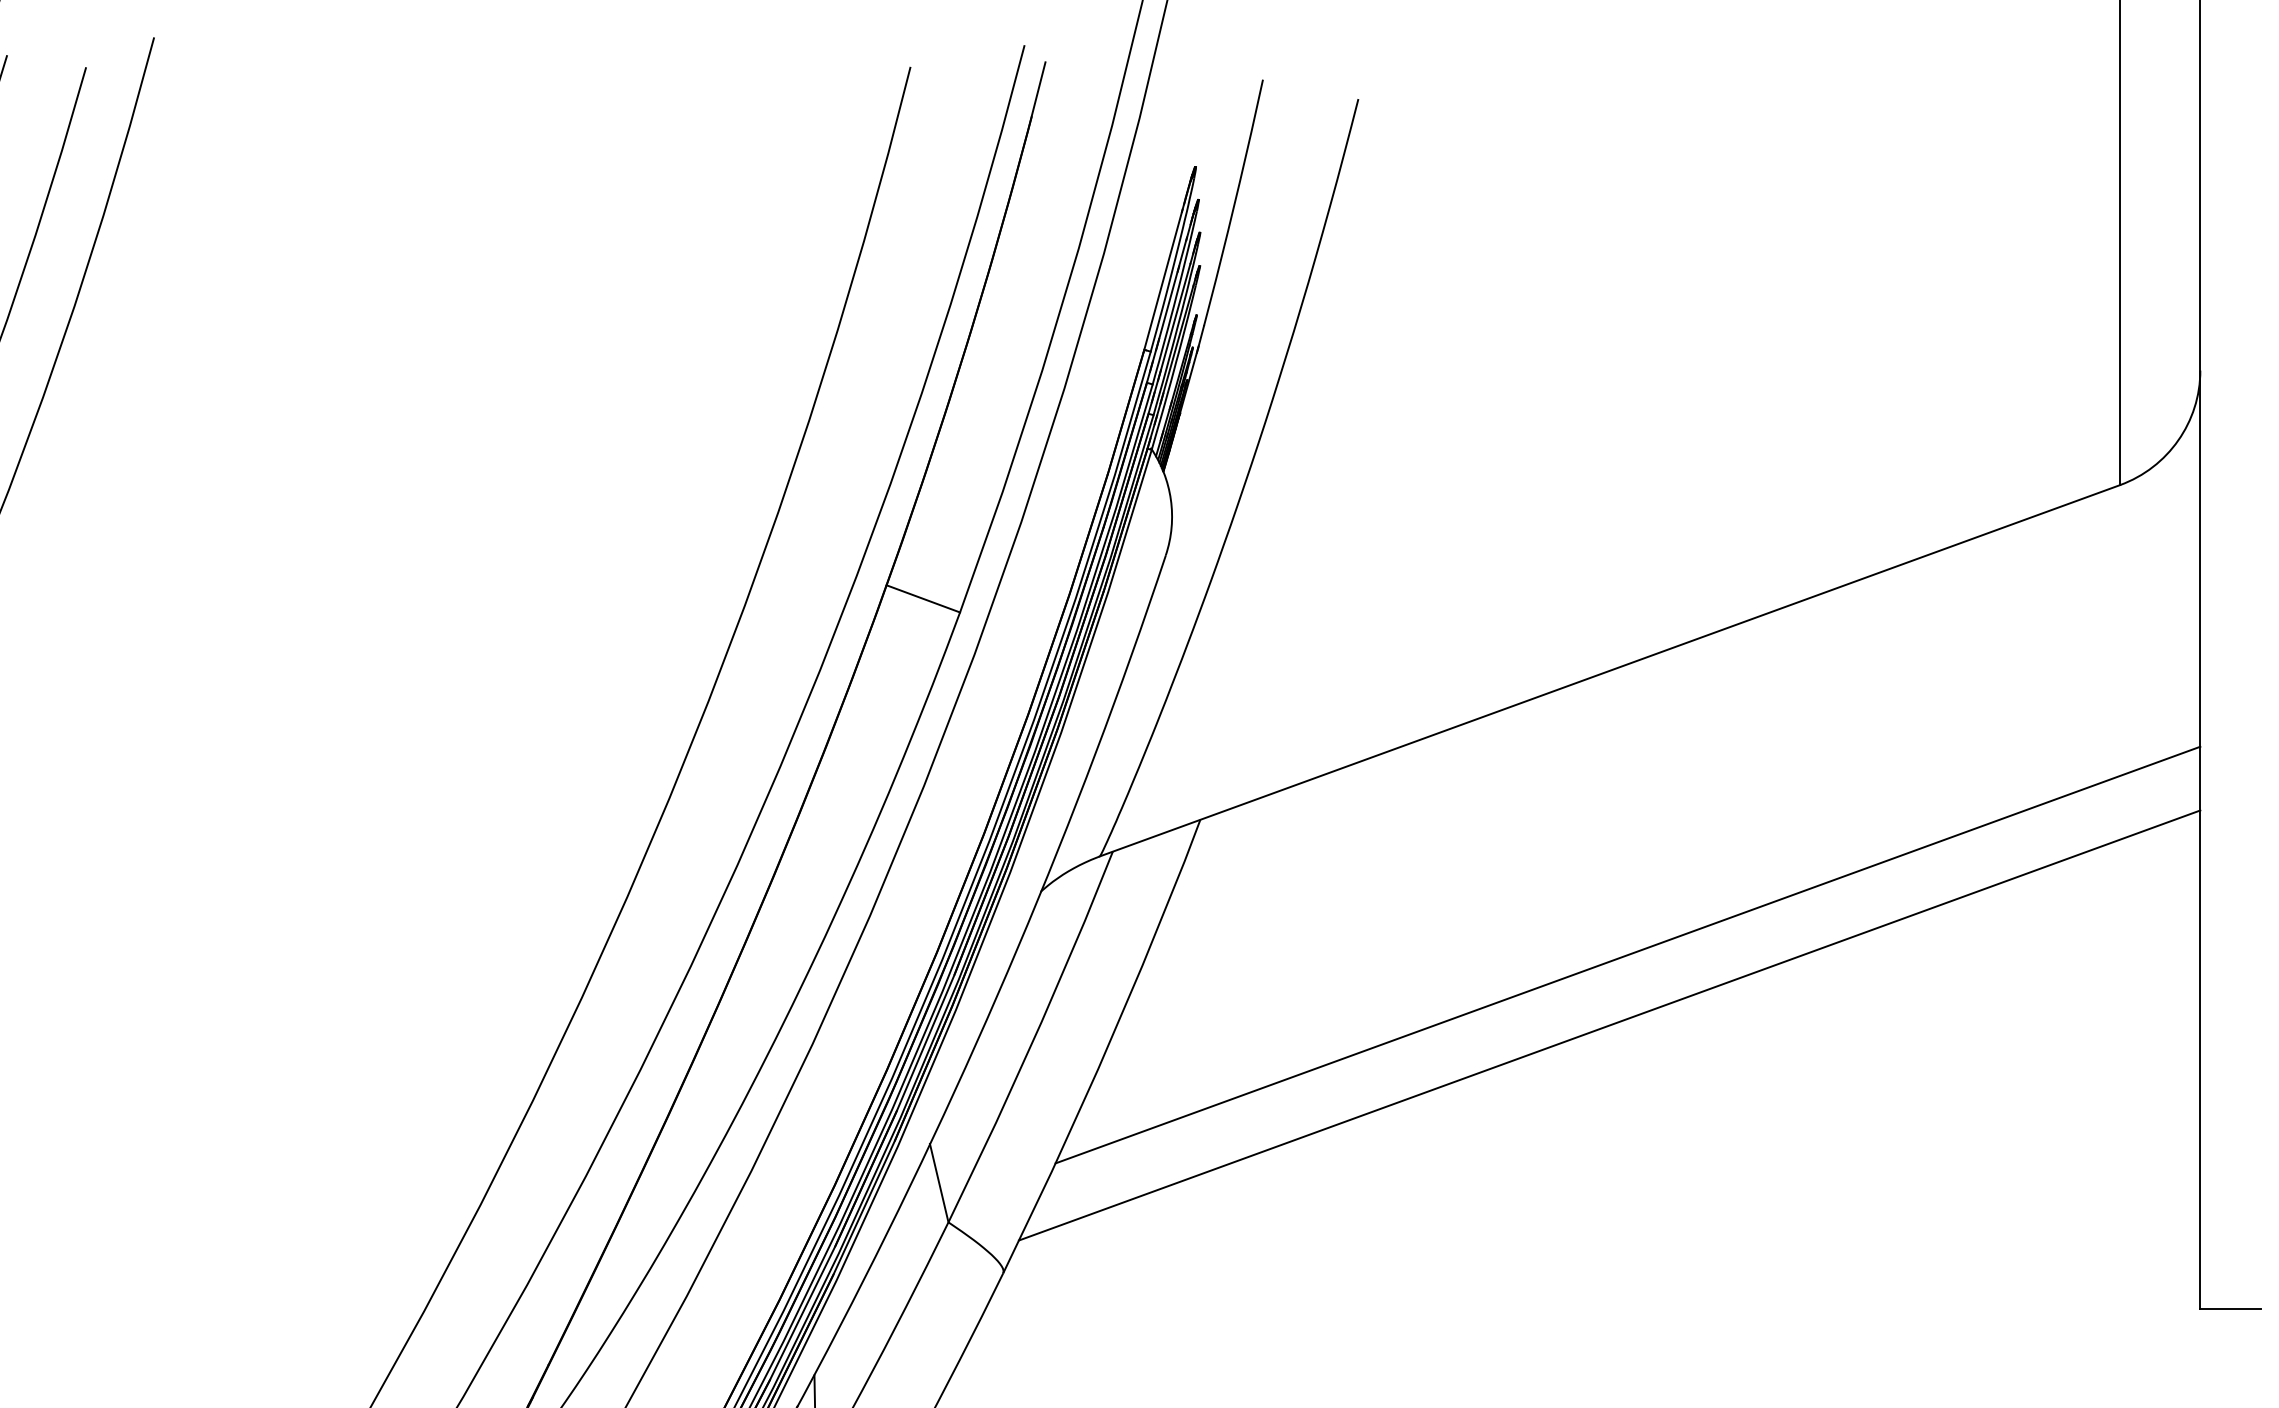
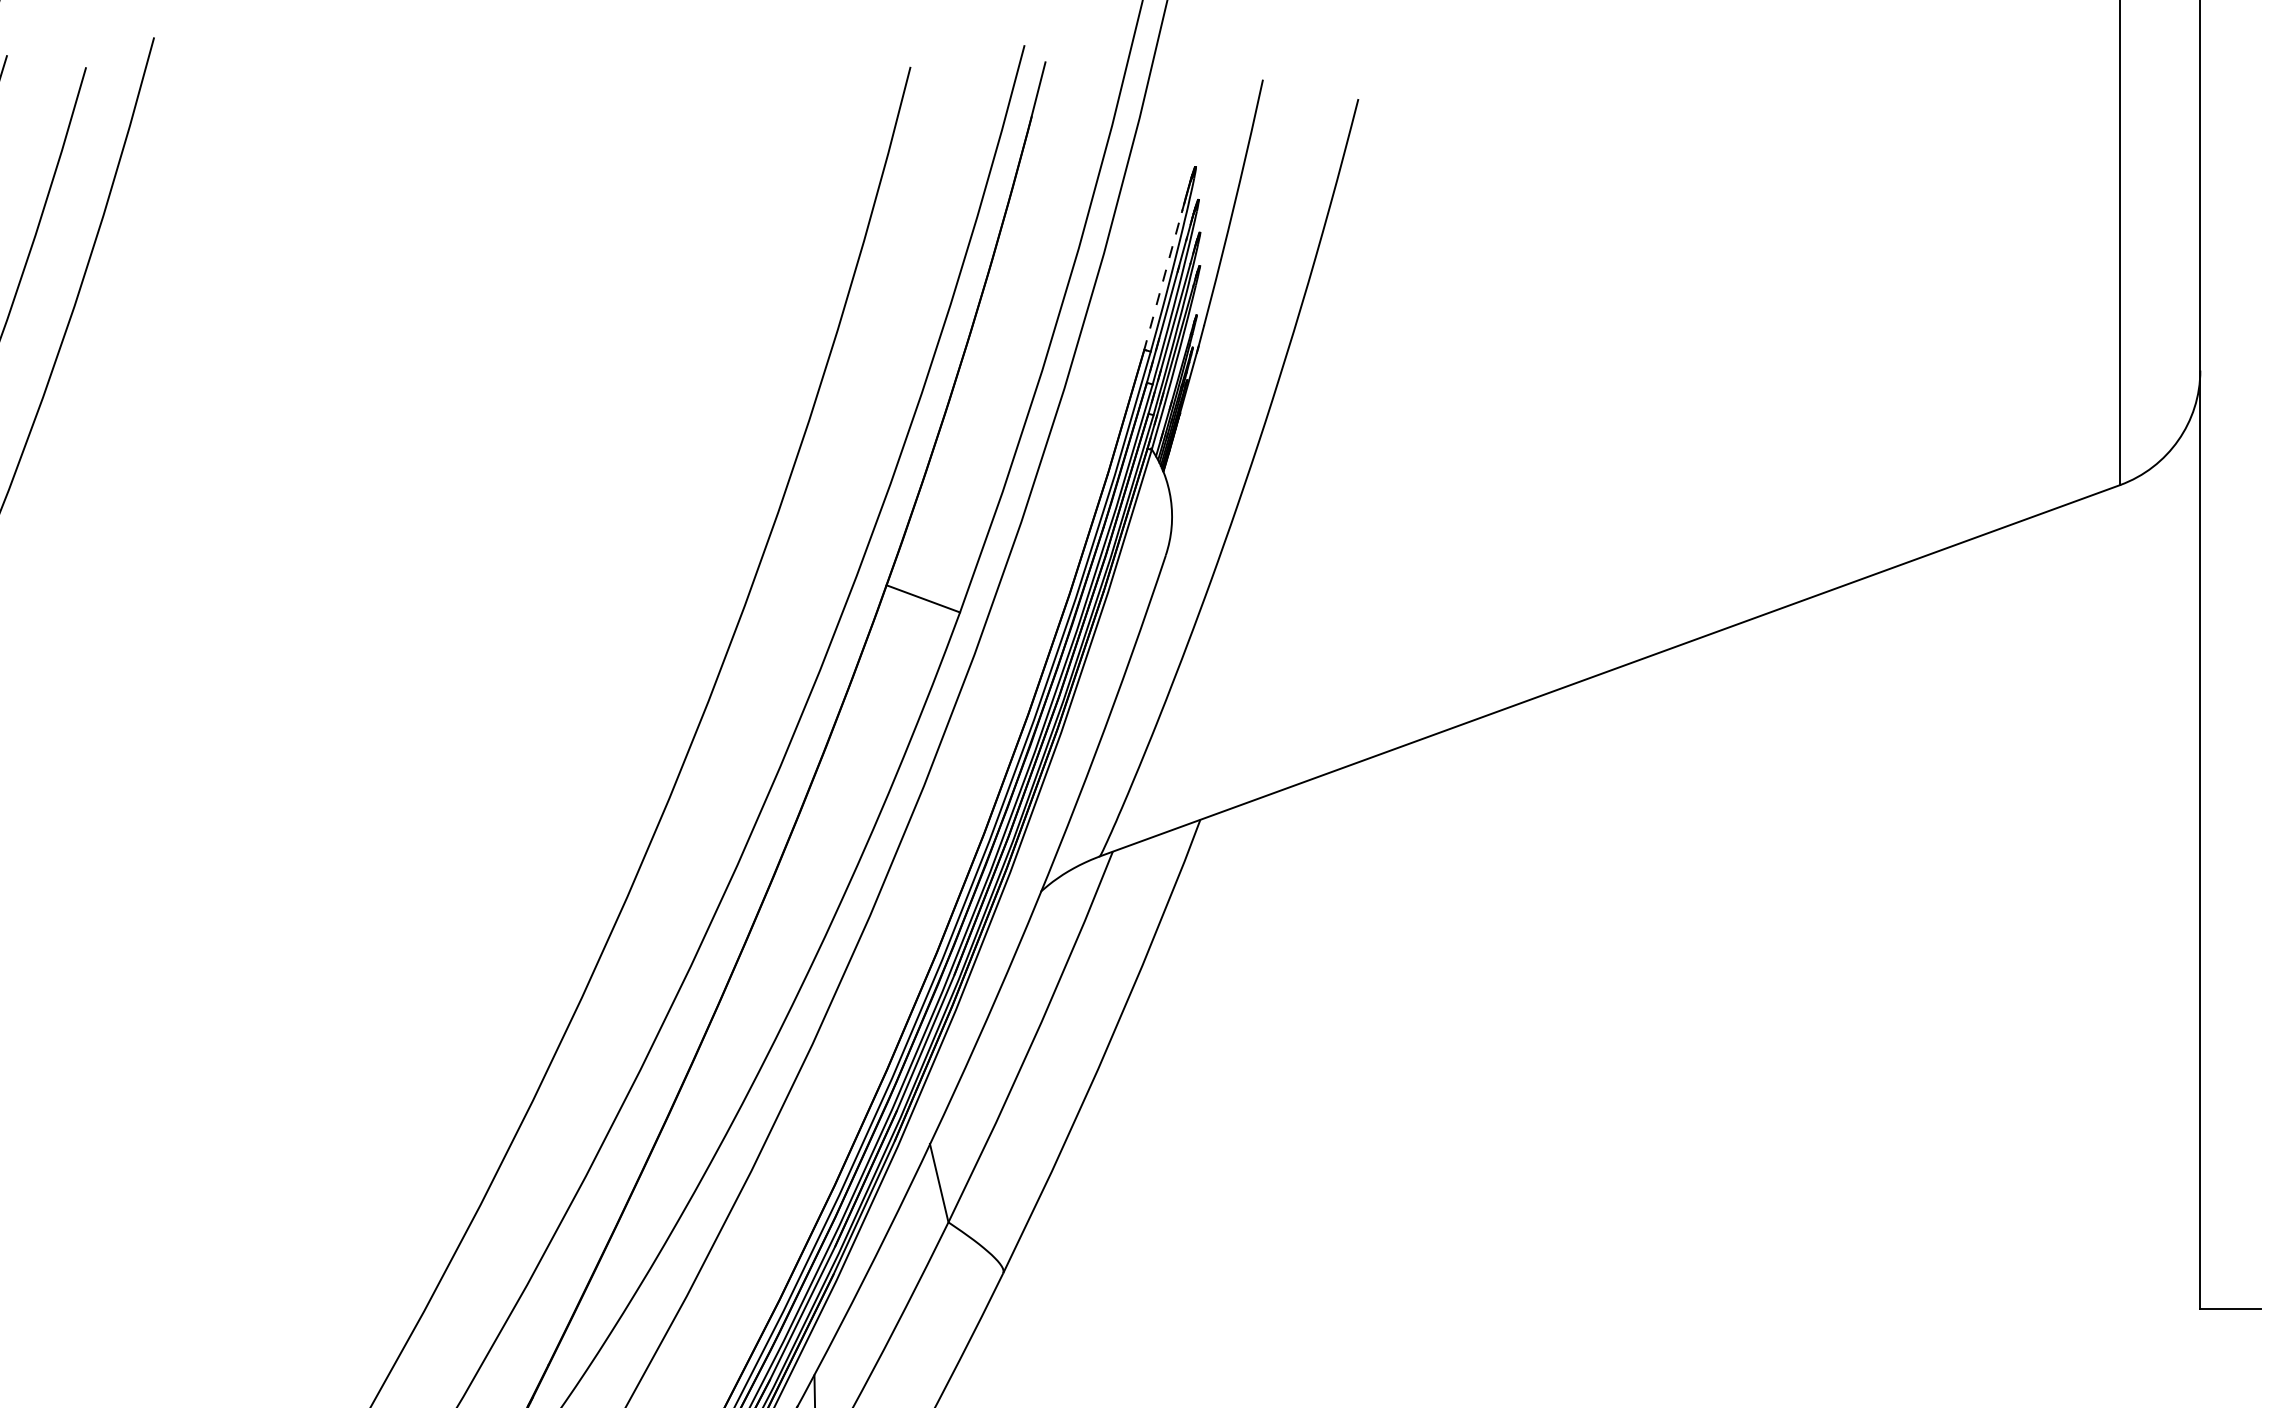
line at (1163, 280): solid -> dashed
line at (1627, 954): present -> none
line at (1609, 1025): present -> none
